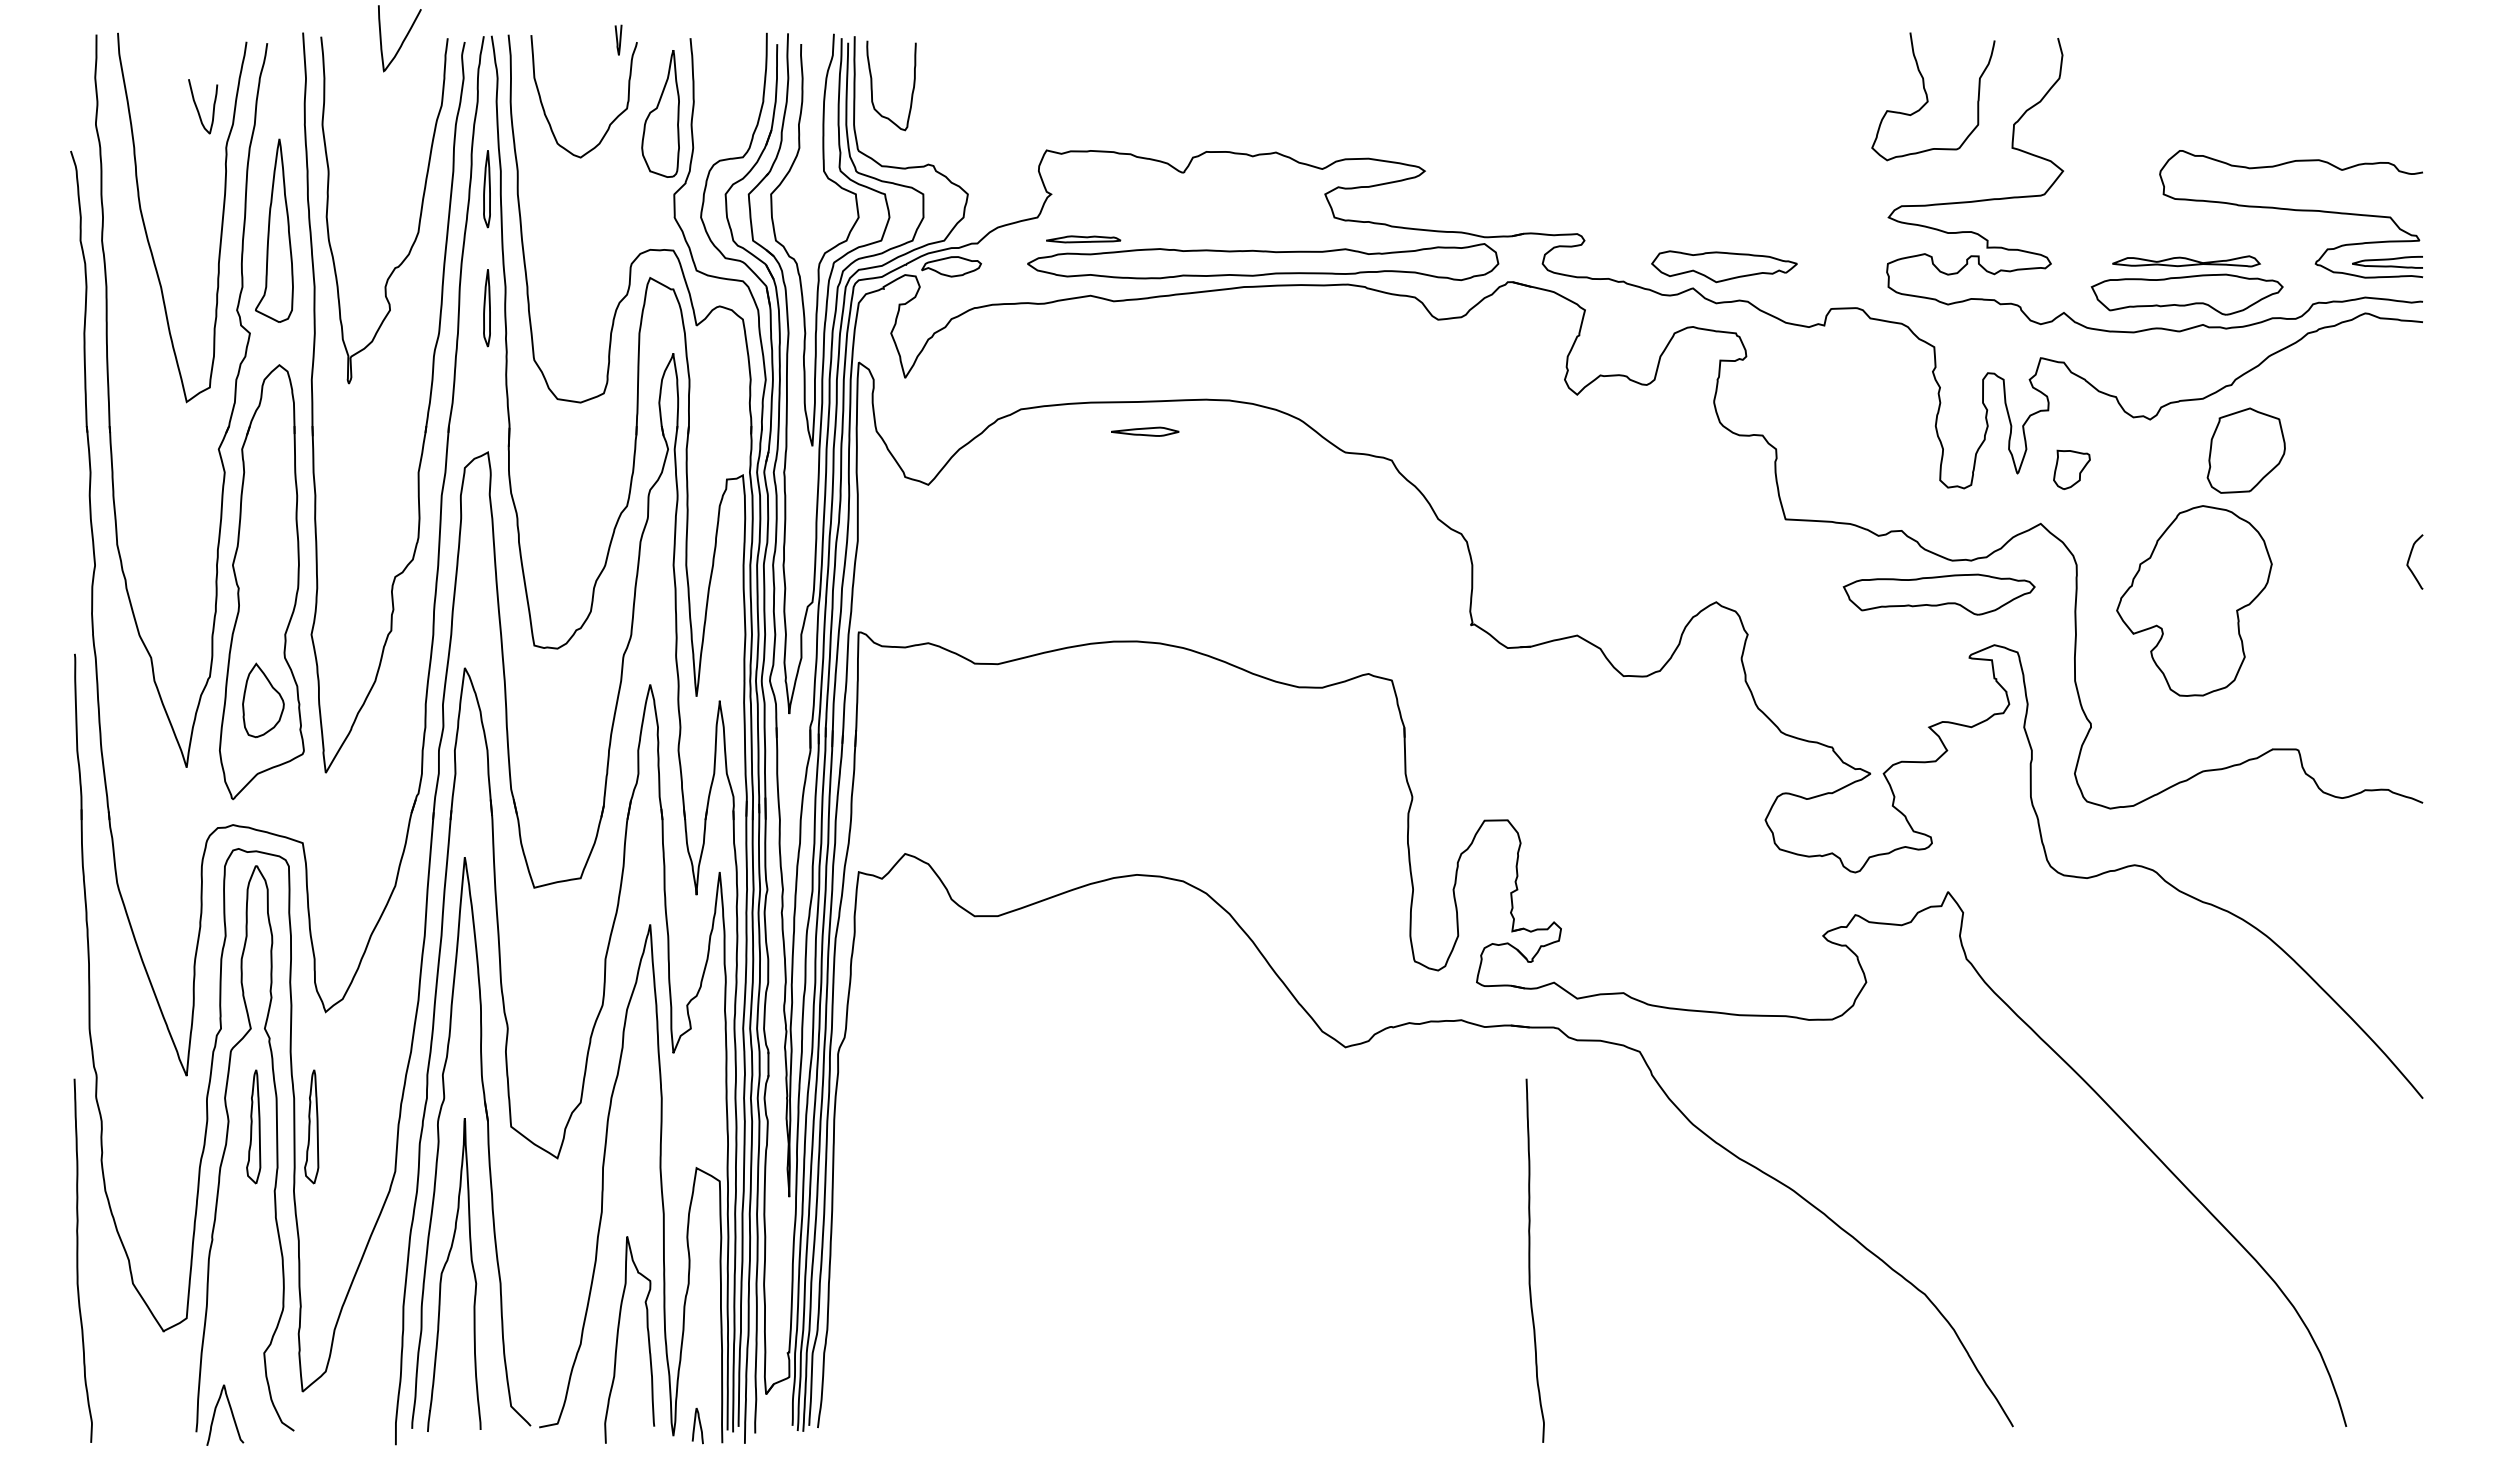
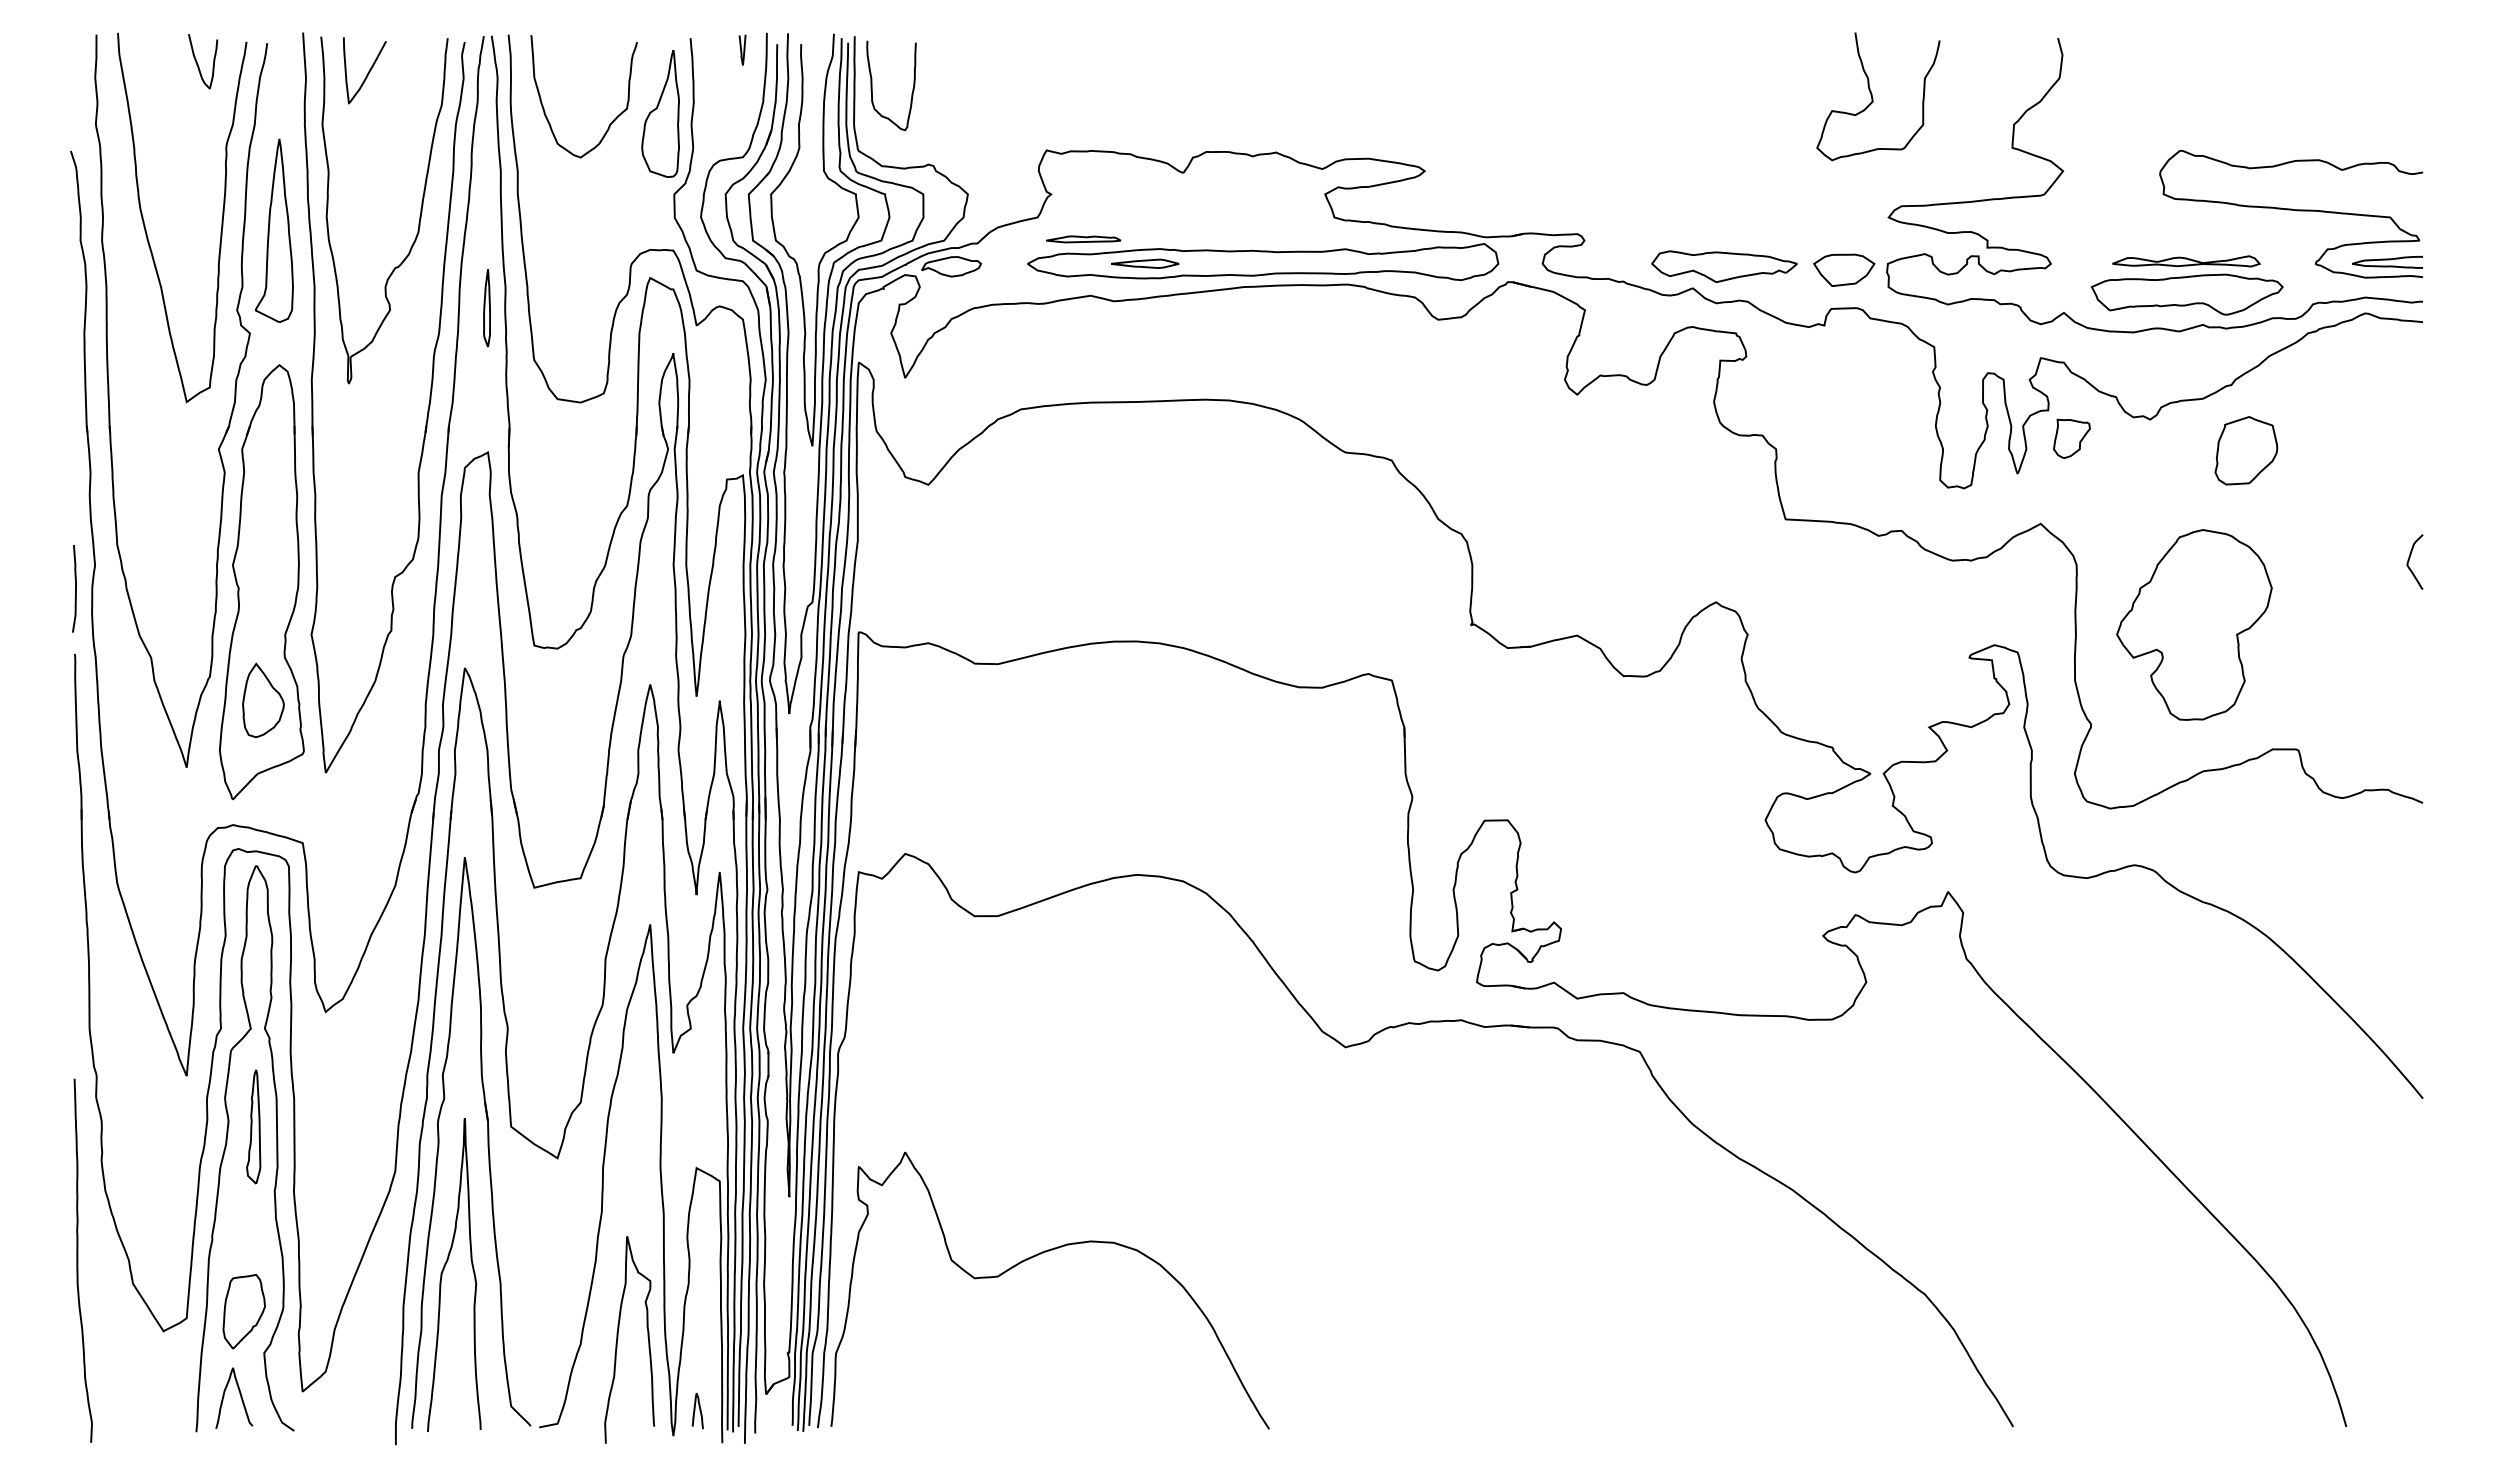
curve at (403, 39) position: (403, 39) -> (368, 71)
curve at (617, 39) position: (617, 39) -> (741, 49)
curve at (1928, 98) position: (1928, 98) -> (1873, 98)
curve at (198, 109) position: (198, 109) -> (198, 64)
part at (486, 189): present -> none
part at (1844, 269): none -> present
part at (1145, 431) position: (1145, 431) -> (1145, 263)
part at (2245, 450) size: 80x87 px -> 65x70 px
part at (2071, 469) position: (2071, 469) -> (2071, 438)
curve at (75, 588): none -> present
part at (1938, 594): present -> none
part at (2194, 600) position: (2194, 600) -> (2194, 624)
part at (311, 1126): present -> none
curve at (1034, 1257): none -> present
curve at (1530, 1260): present -> none
part at (243, 1311): none -> present
curve at (230, 1411) position: (230, 1411) -> (239, 1394)
curve at (695, 1425) position: (695, 1425) -> (695, 1410)
